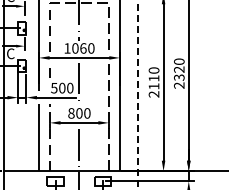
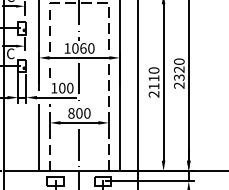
text at (54, 88): 500 -> 100
line at (138, 94): dashed -> solid
